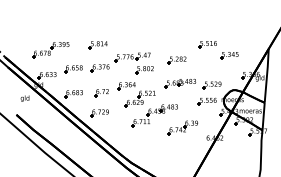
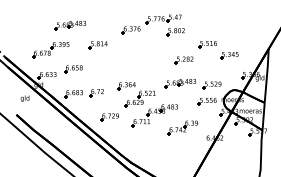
part at (70, 25): none -> present
part at (176, 60) position: (176, 60) -> (183, 60)
part at (121, 63) position: (121, 63) -> (152, 25)
part at (101, 93) position: (101, 93) -> (96, 93)
part at (99, 113) position: (99, 113) -> (109, 117)
